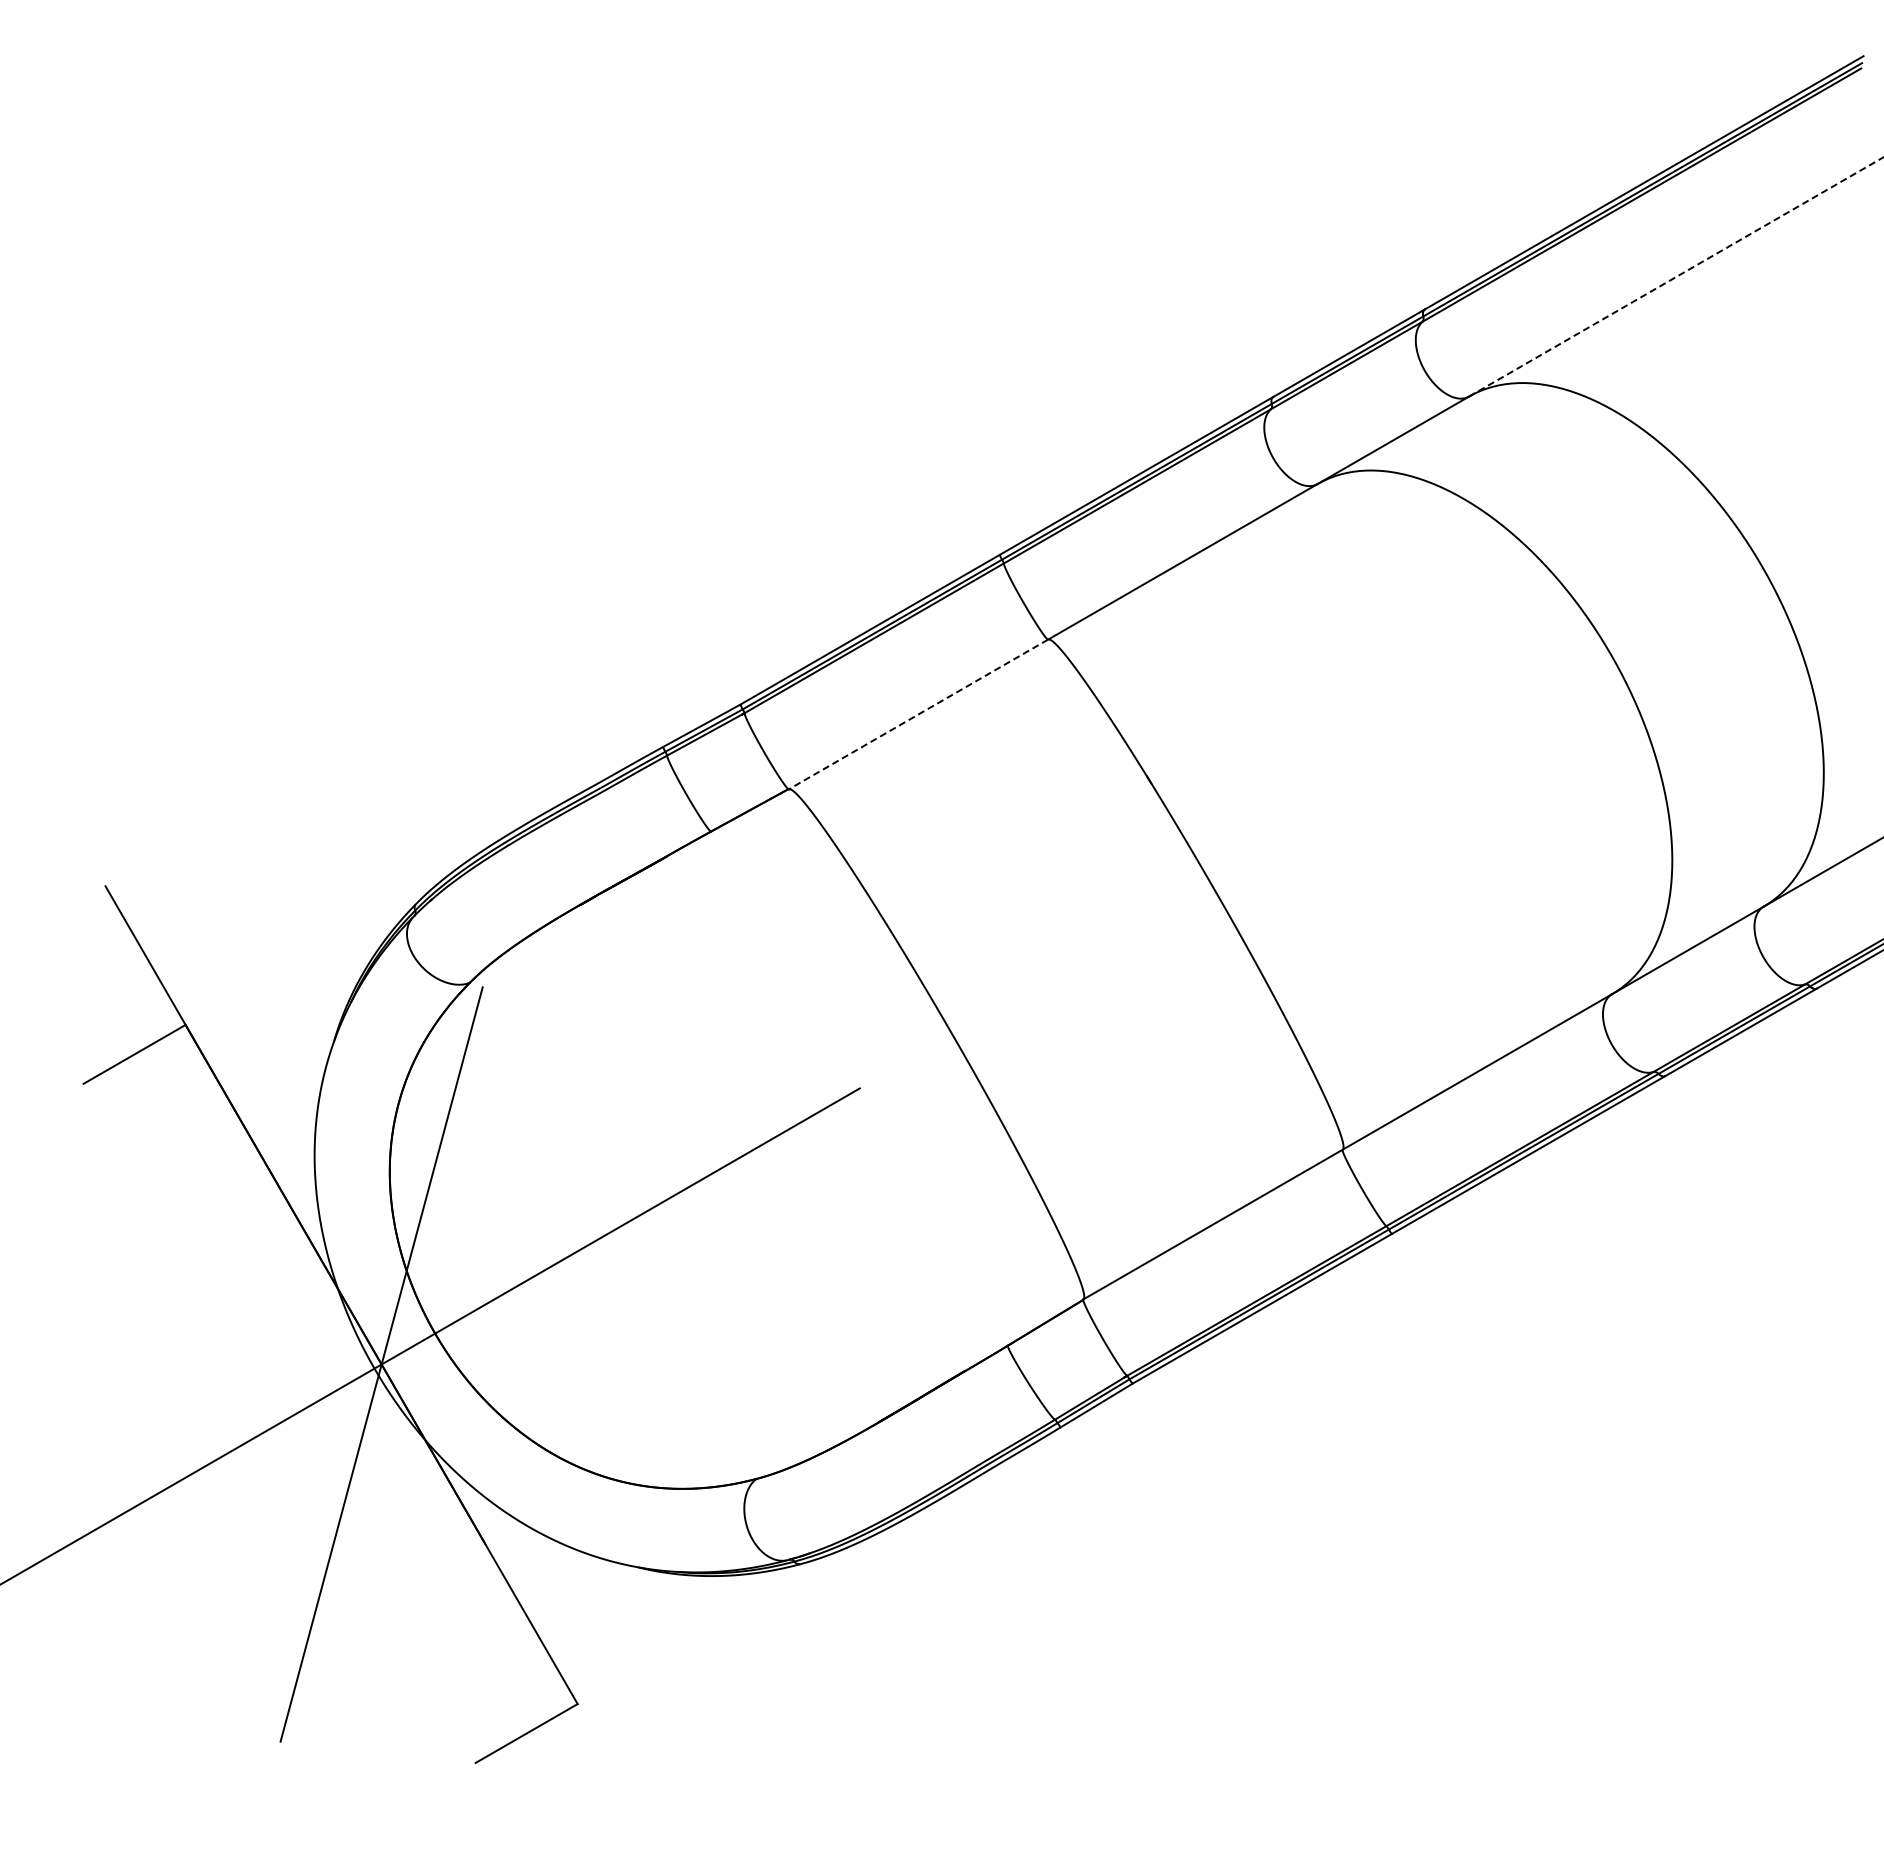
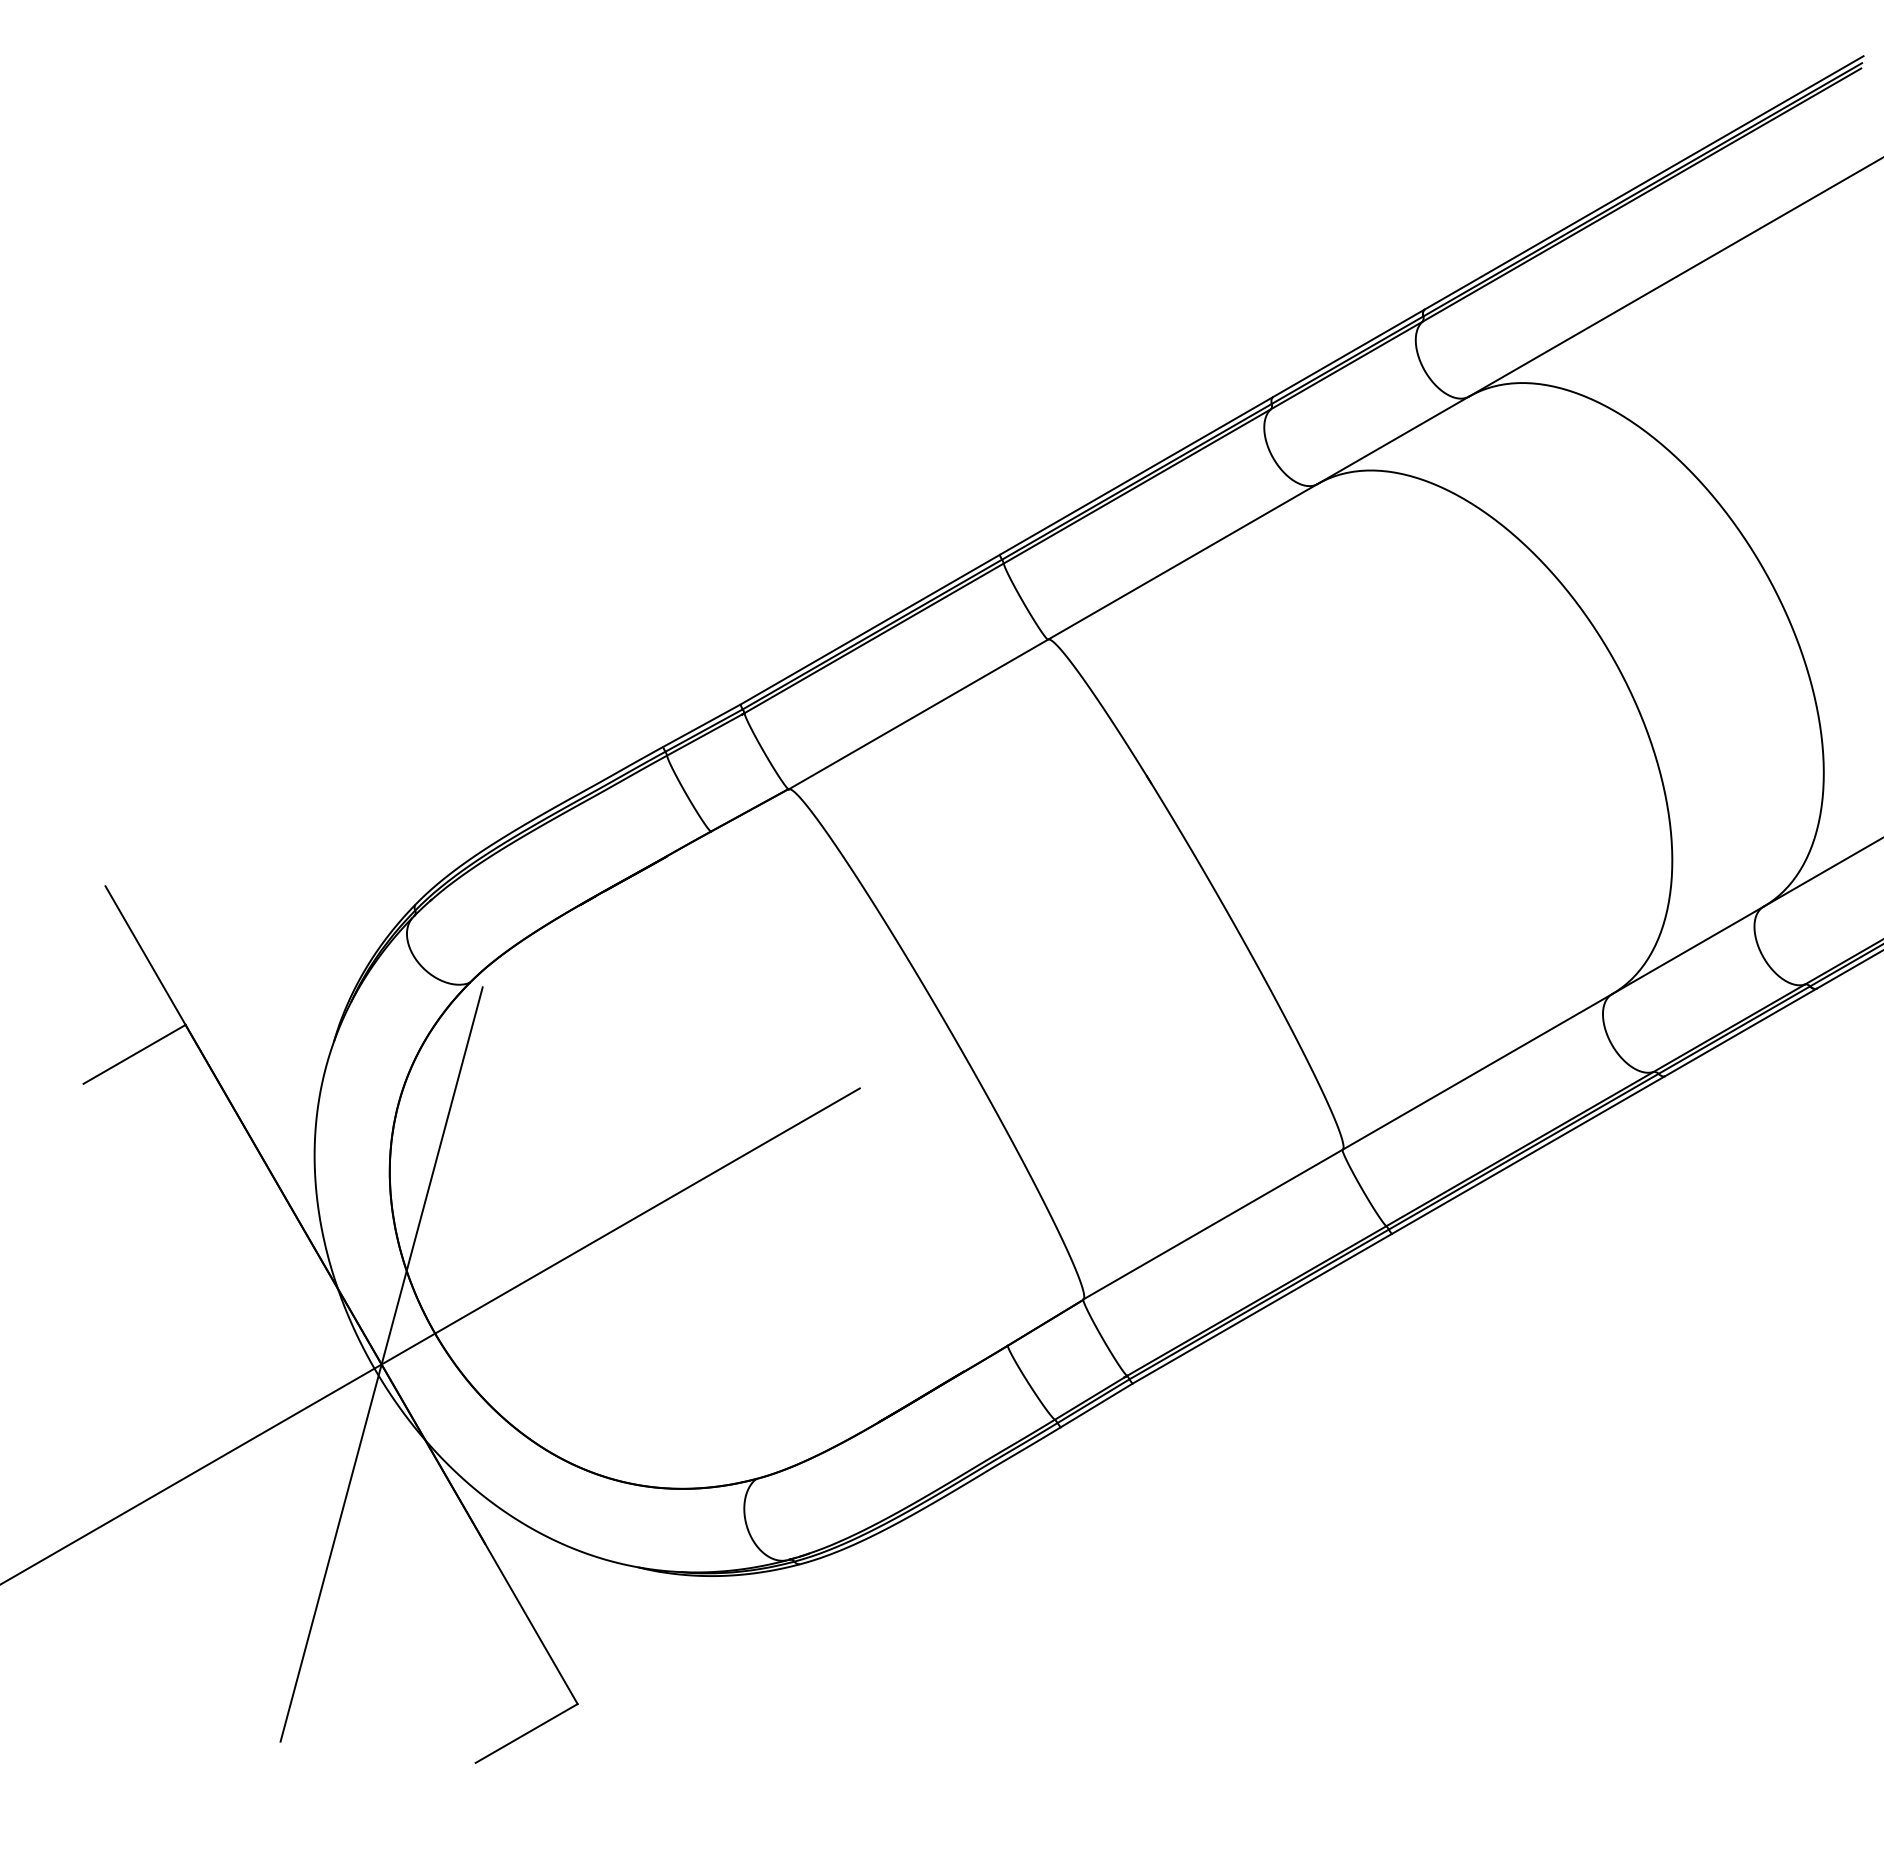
line at (1676, 276): dashed -> solid
line at (918, 714): dashed -> solid
